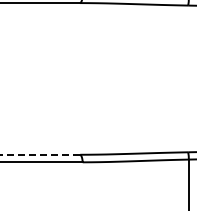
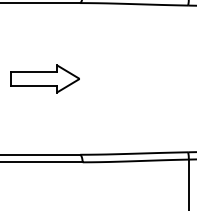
part at (44, 78): none -> present
line at (39, 154): dashed -> solid
